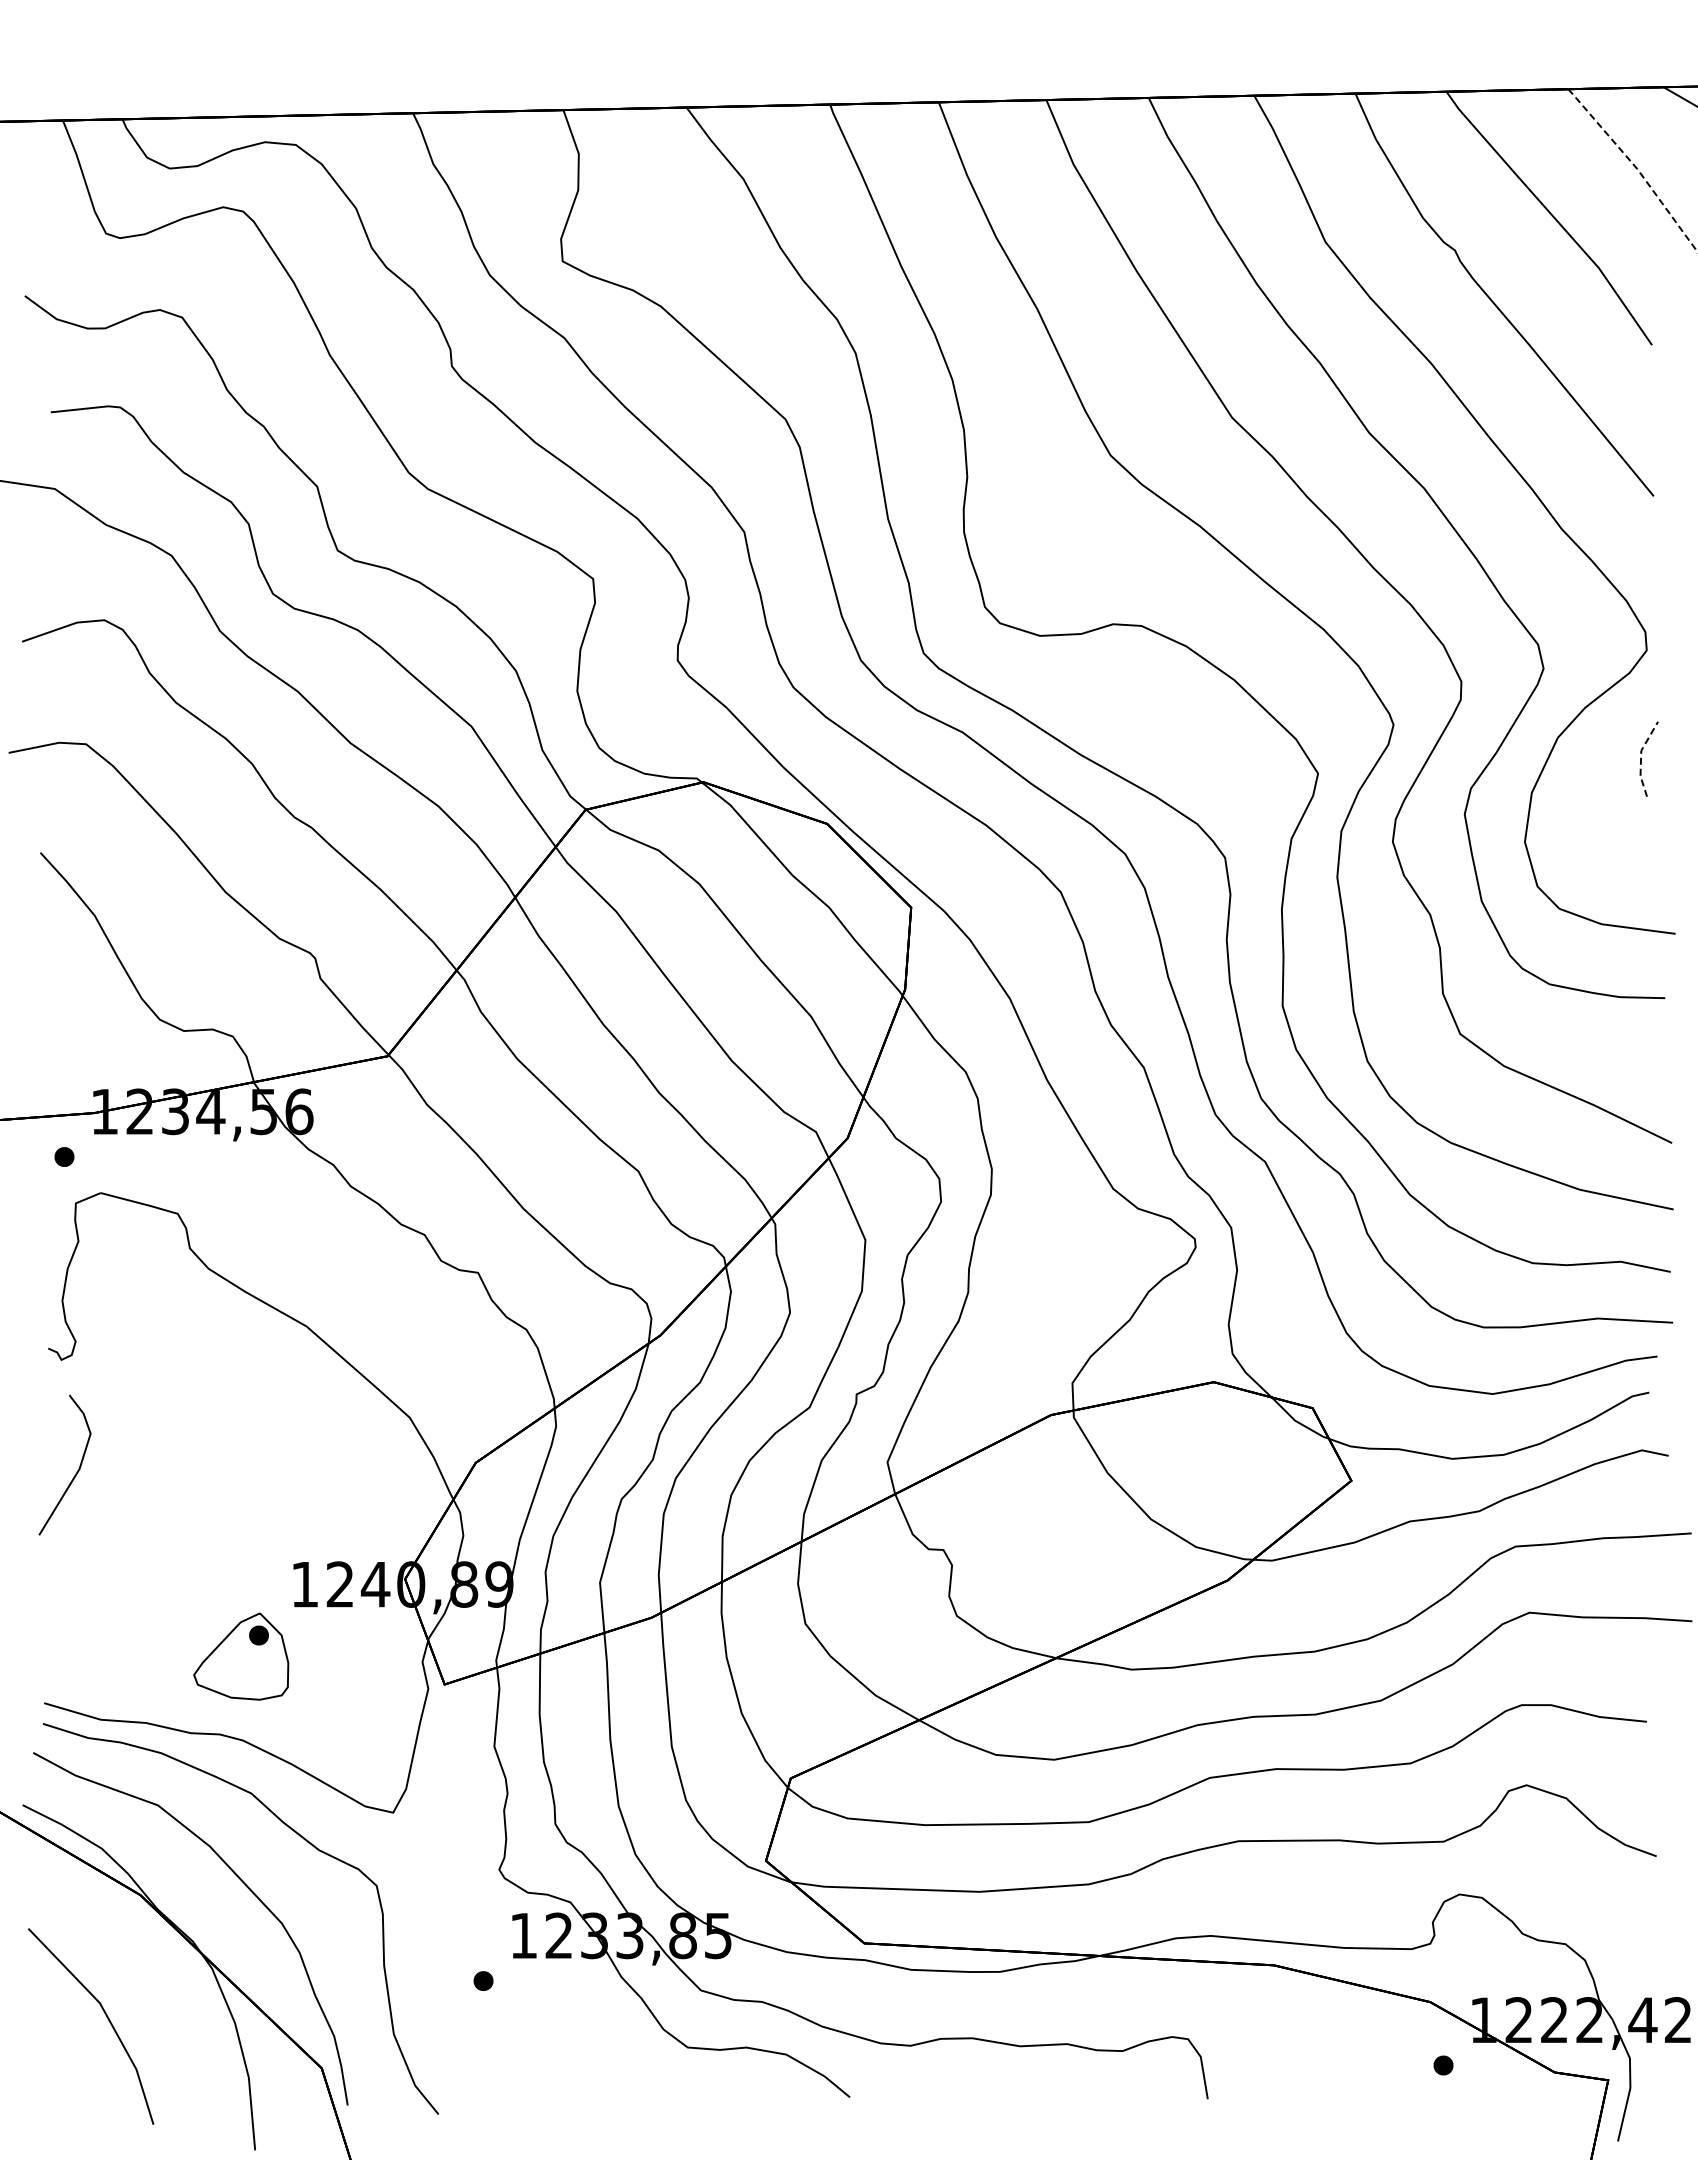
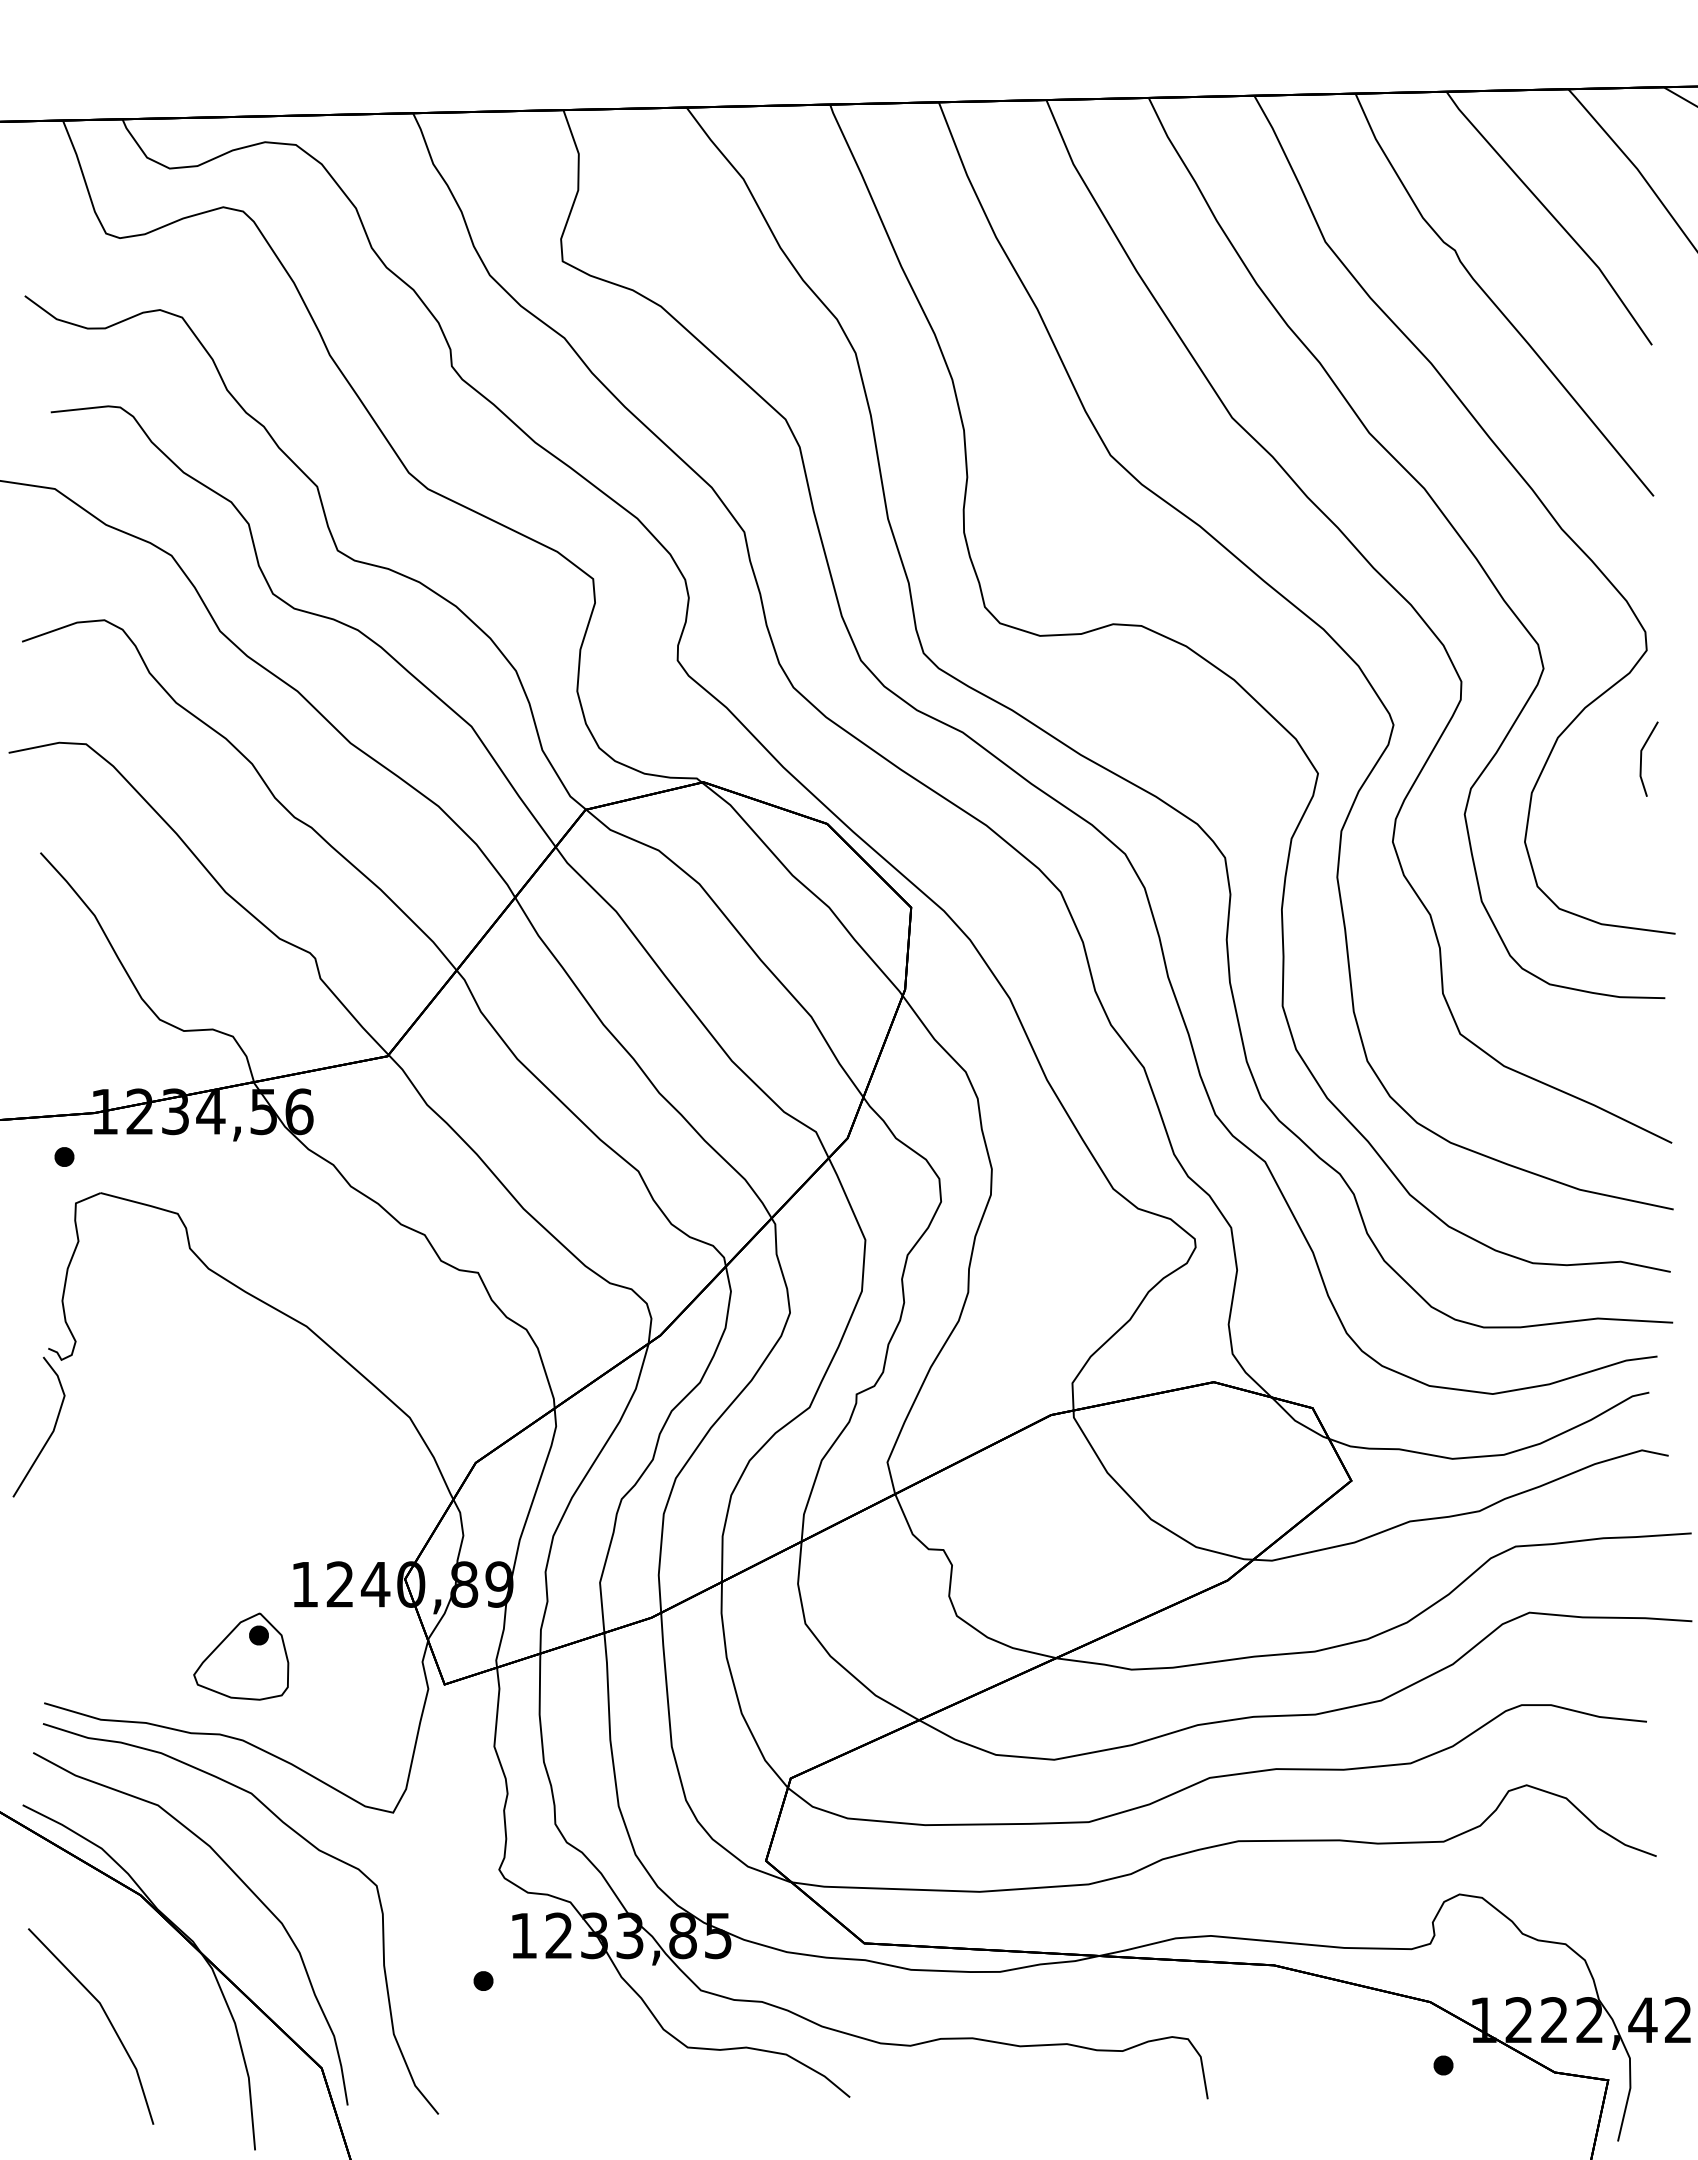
line at (1636, 167): dashed -> solid
line at (1641, 757): dashed -> solid
line at (75, 1473) position: (75, 1473) -> (49, 1435)
